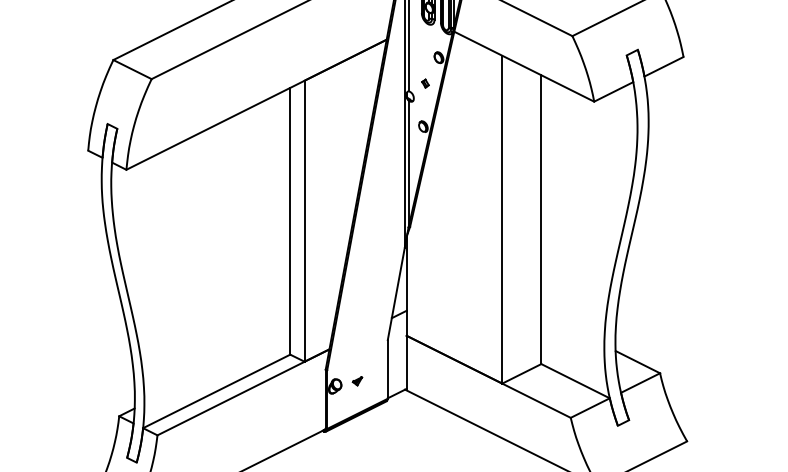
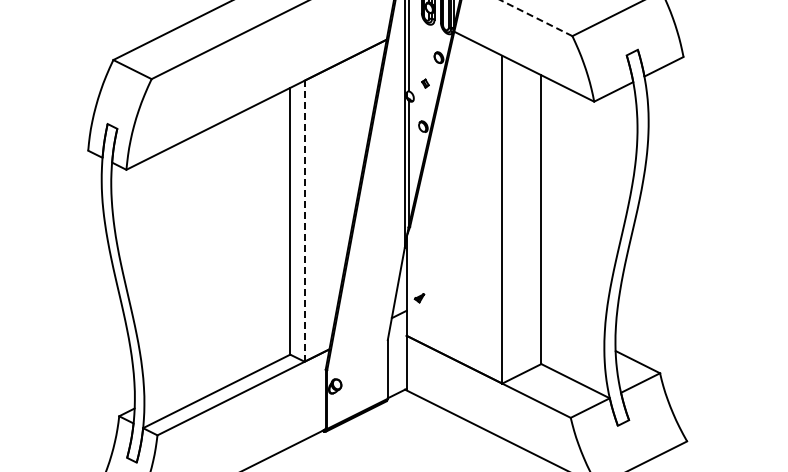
line at (535, 17): solid -> dashed
line at (304, 221): solid -> dashed
part at (357, 381) position: (357, 381) -> (419, 298)
